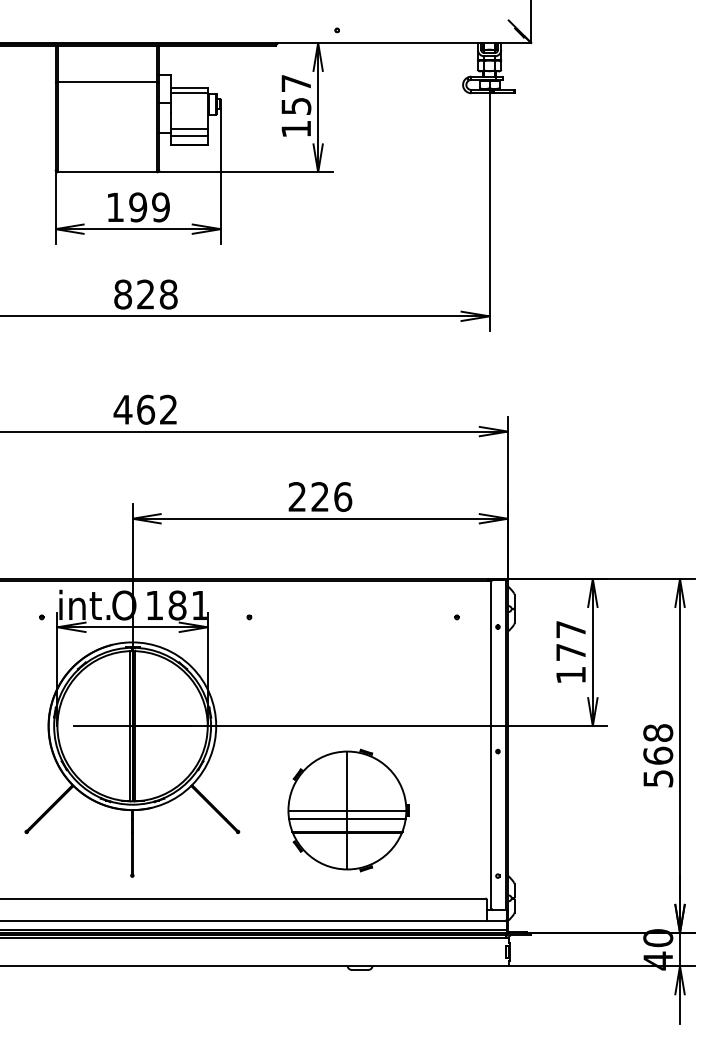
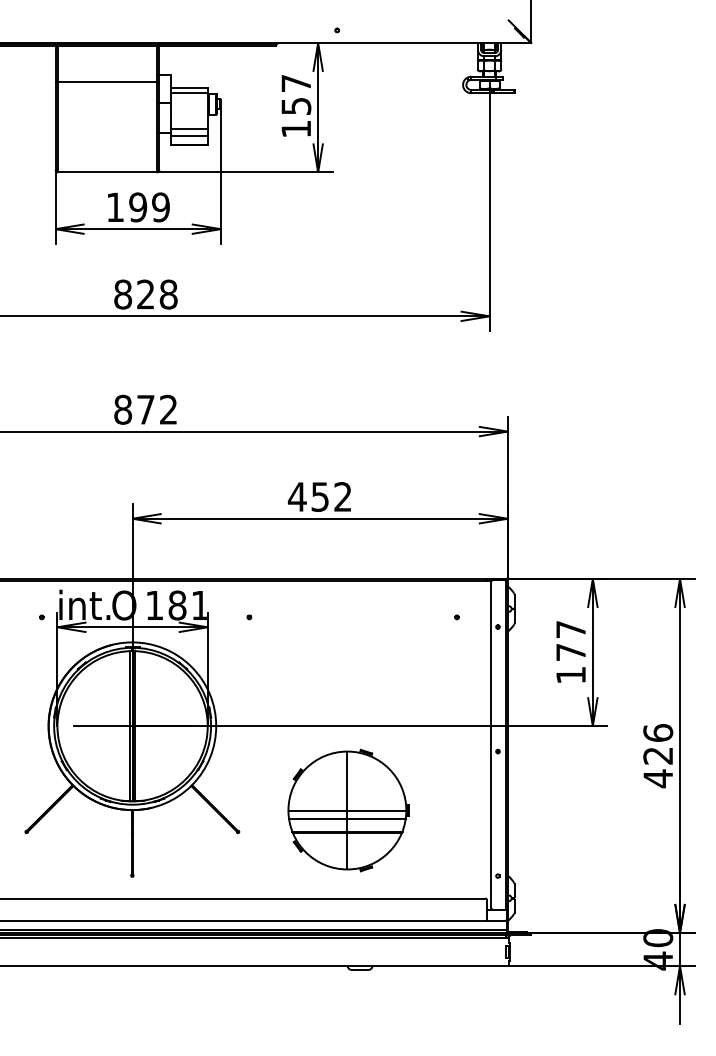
text at (134, 409): 462 -> 872
text at (319, 497): 226 -> 452
text at (658, 756): 568 -> 426
